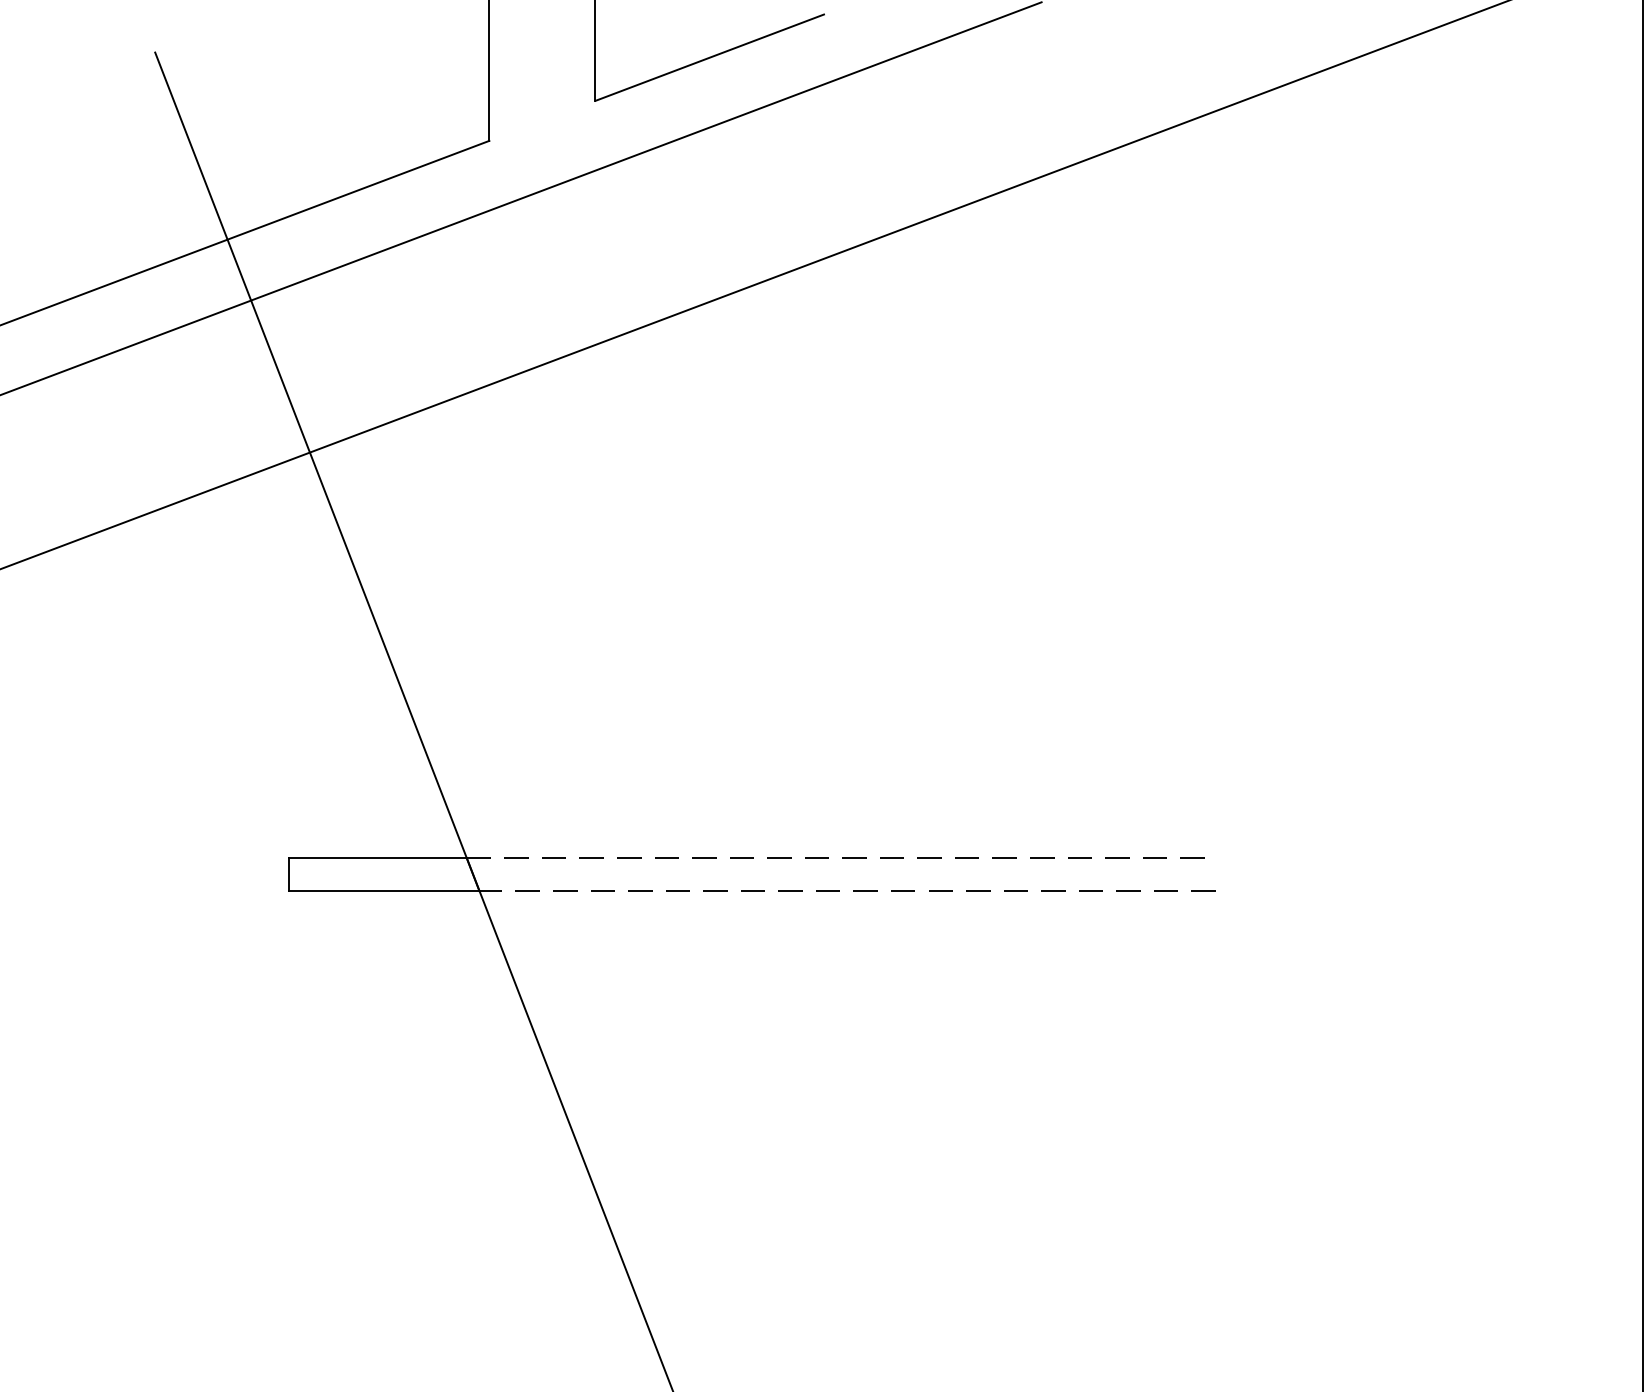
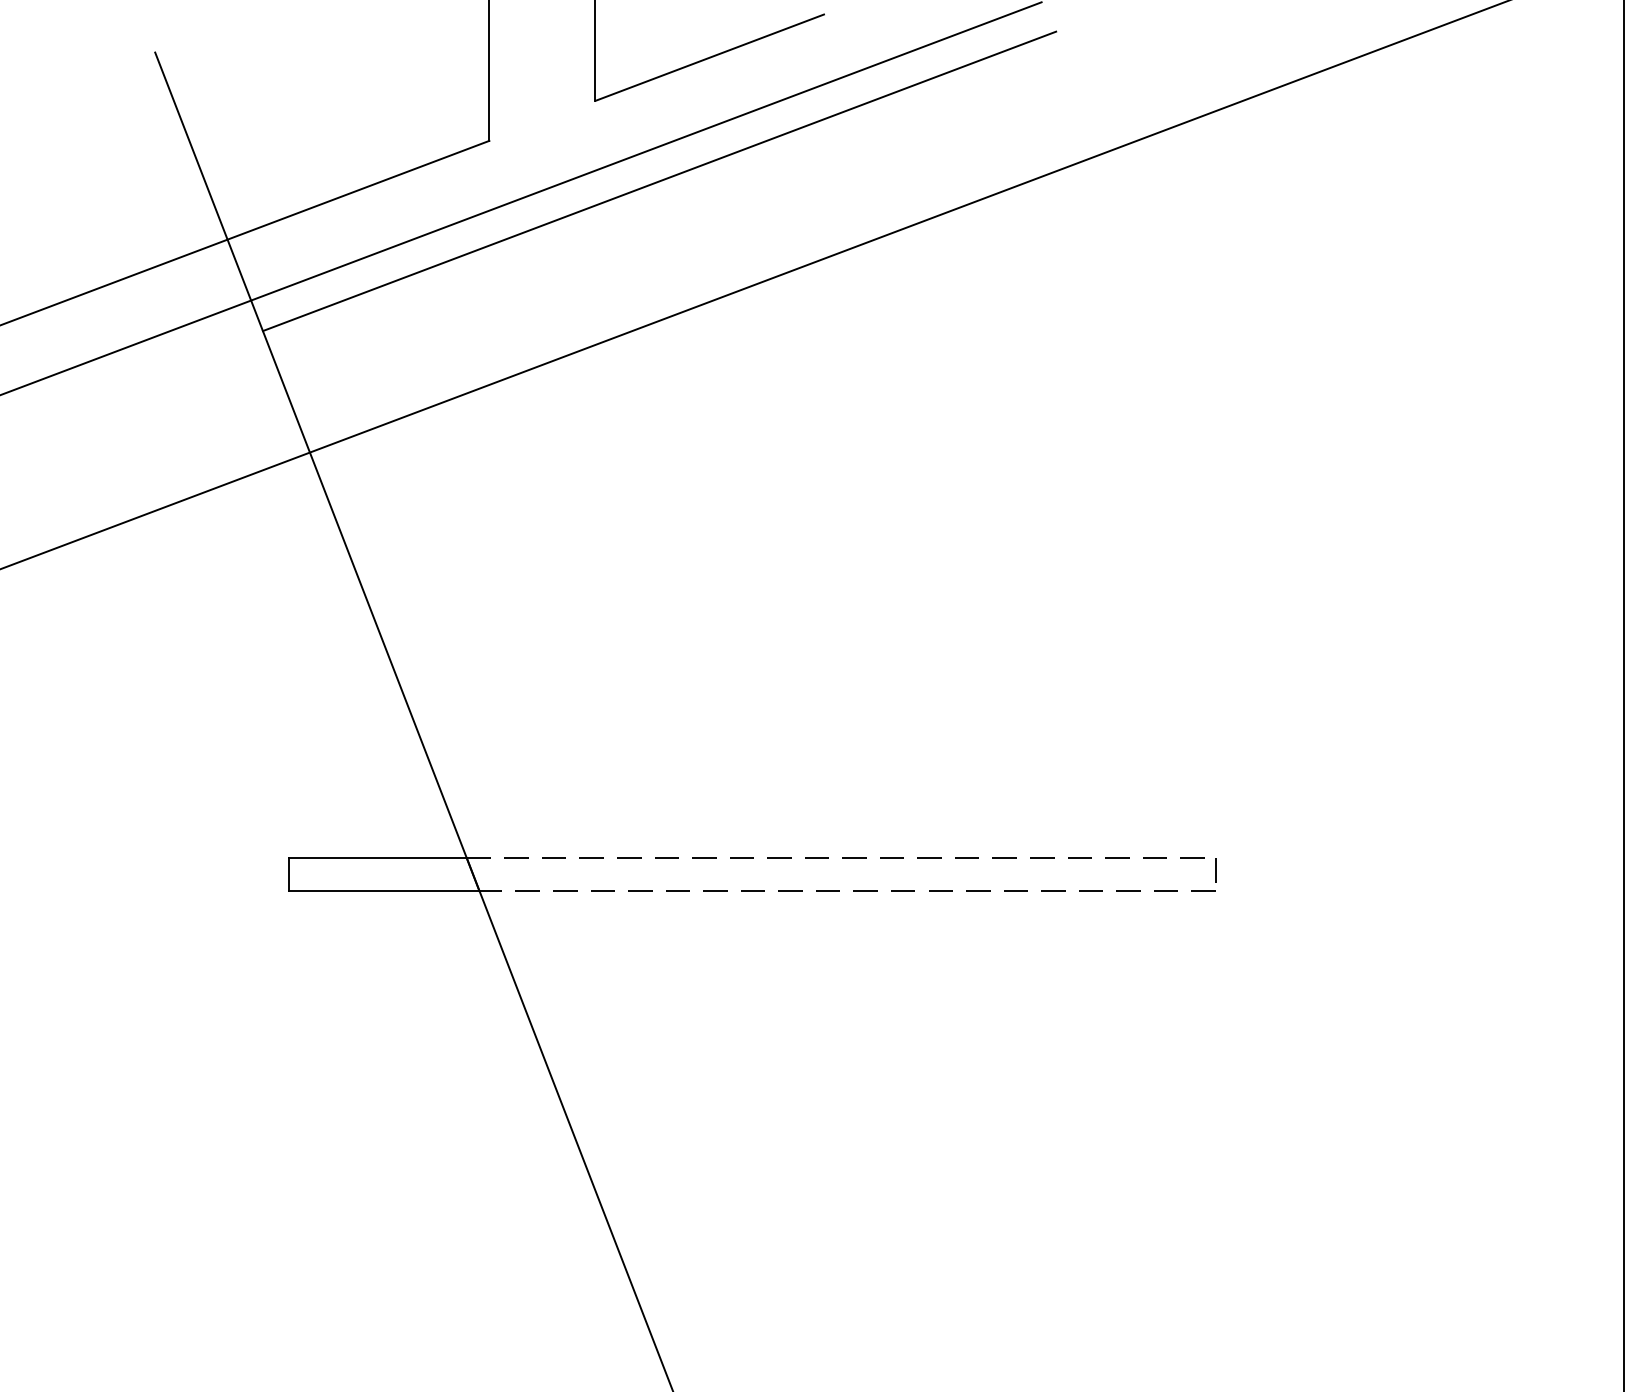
line at (659, 181): none -> present
line at (1642, 695) position: (1642, 695) -> (1623, 695)
line at (1215, 870): none -> present
